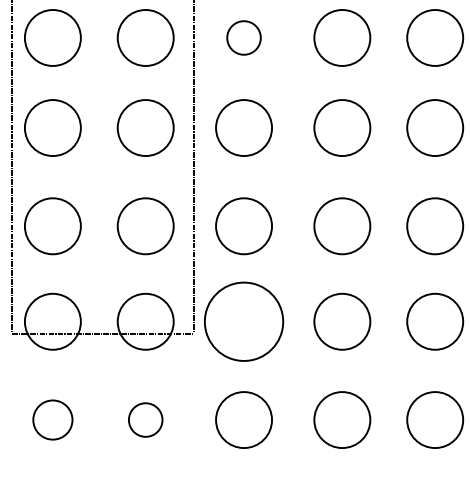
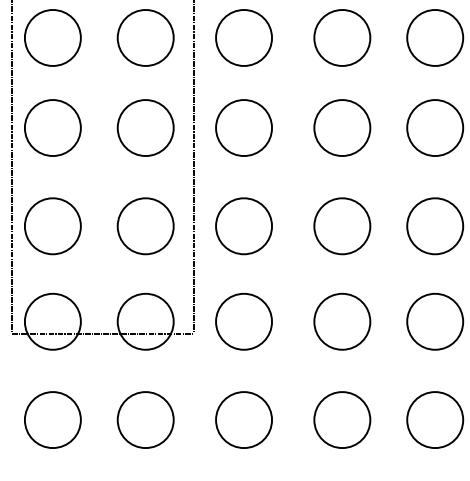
circle at (243, 37) diameter: 34 px -> 56 px
circle at (243, 321) diameter: 78 px -> 56 px
circle at (52, 419) diameter: 39 px -> 56 px
circle at (145, 419) diameter: 34 px -> 56 px
